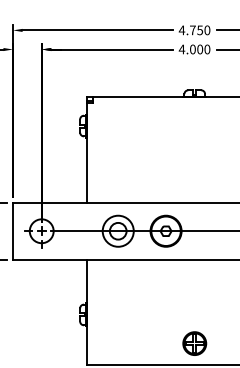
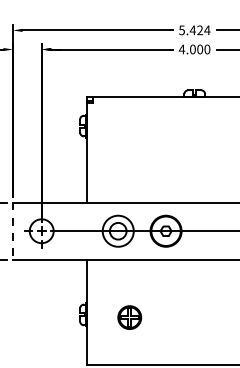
text at (194, 30): 4.750 -> 5.424
line at (13, 231): solid -> dashed
part at (194, 343) position: (194, 343) -> (129, 317)
